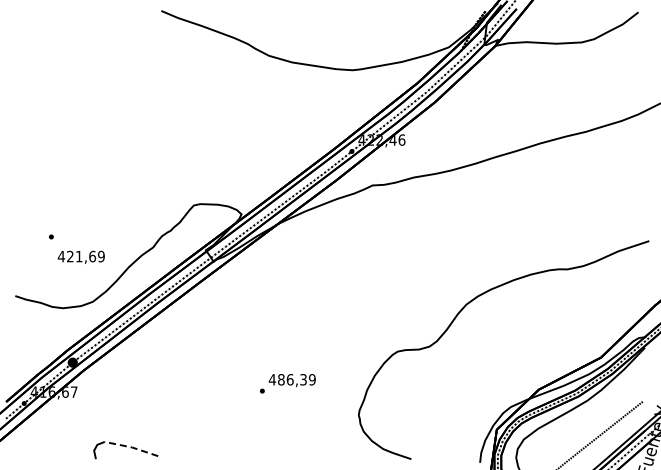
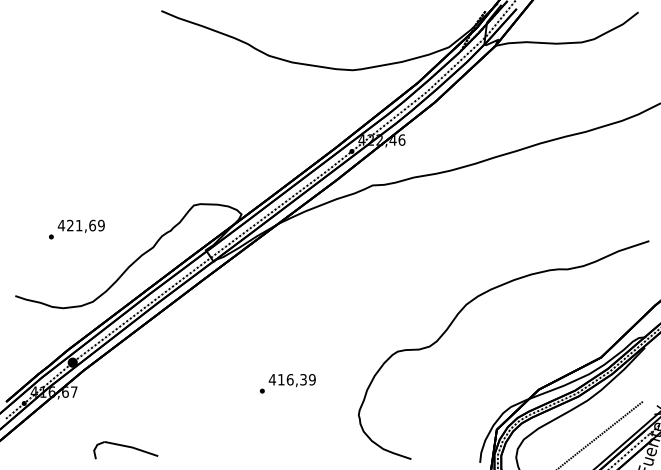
text at (80, 256) position: (80, 256) -> (80, 225)
text at (281, 379): 486,39 -> 416,39
line at (132, 447): dashed -> solid
